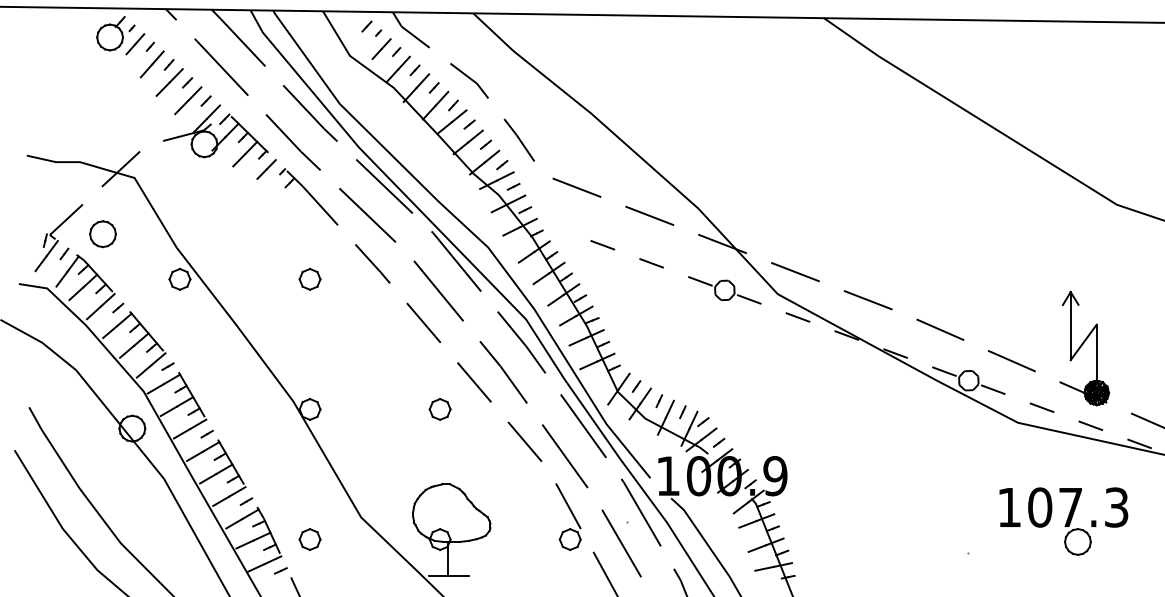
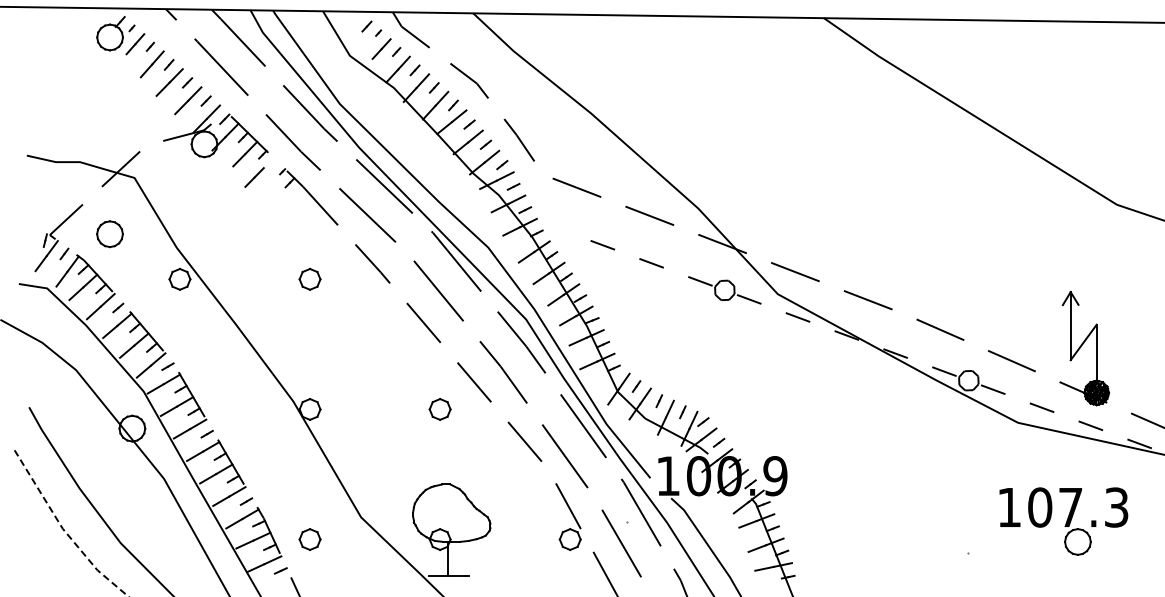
line at (266, 169) position: (266, 169) -> (254, 177)
part at (102, 234) position: (102, 234) -> (109, 234)
line at (64, 530): solid -> dashed
